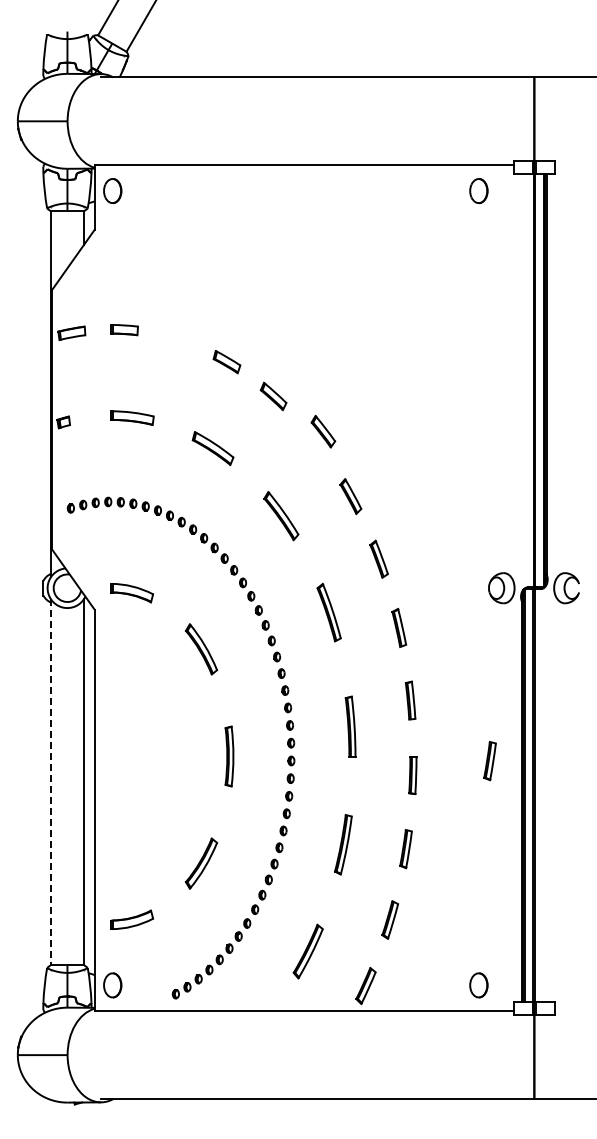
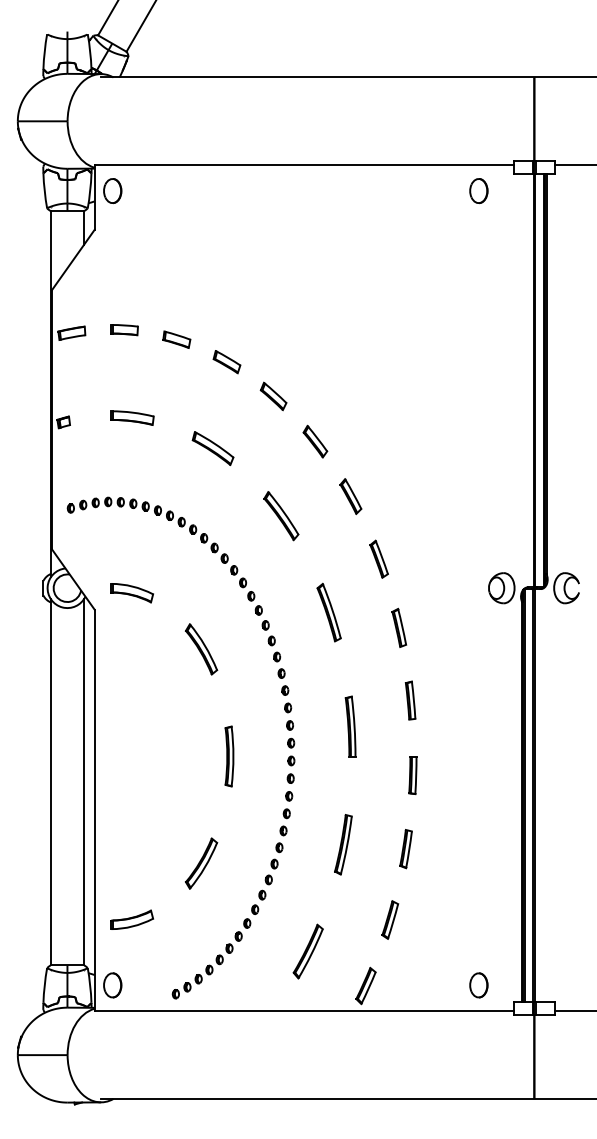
line at (573, 165): none -> present
part at (176, 339): none -> present
part at (323, 431) position: (323, 431) -> (315, 441)
part at (489, 761): present -> none
line at (51, 782): dashed -> solid
line at (573, 1011): none -> present
